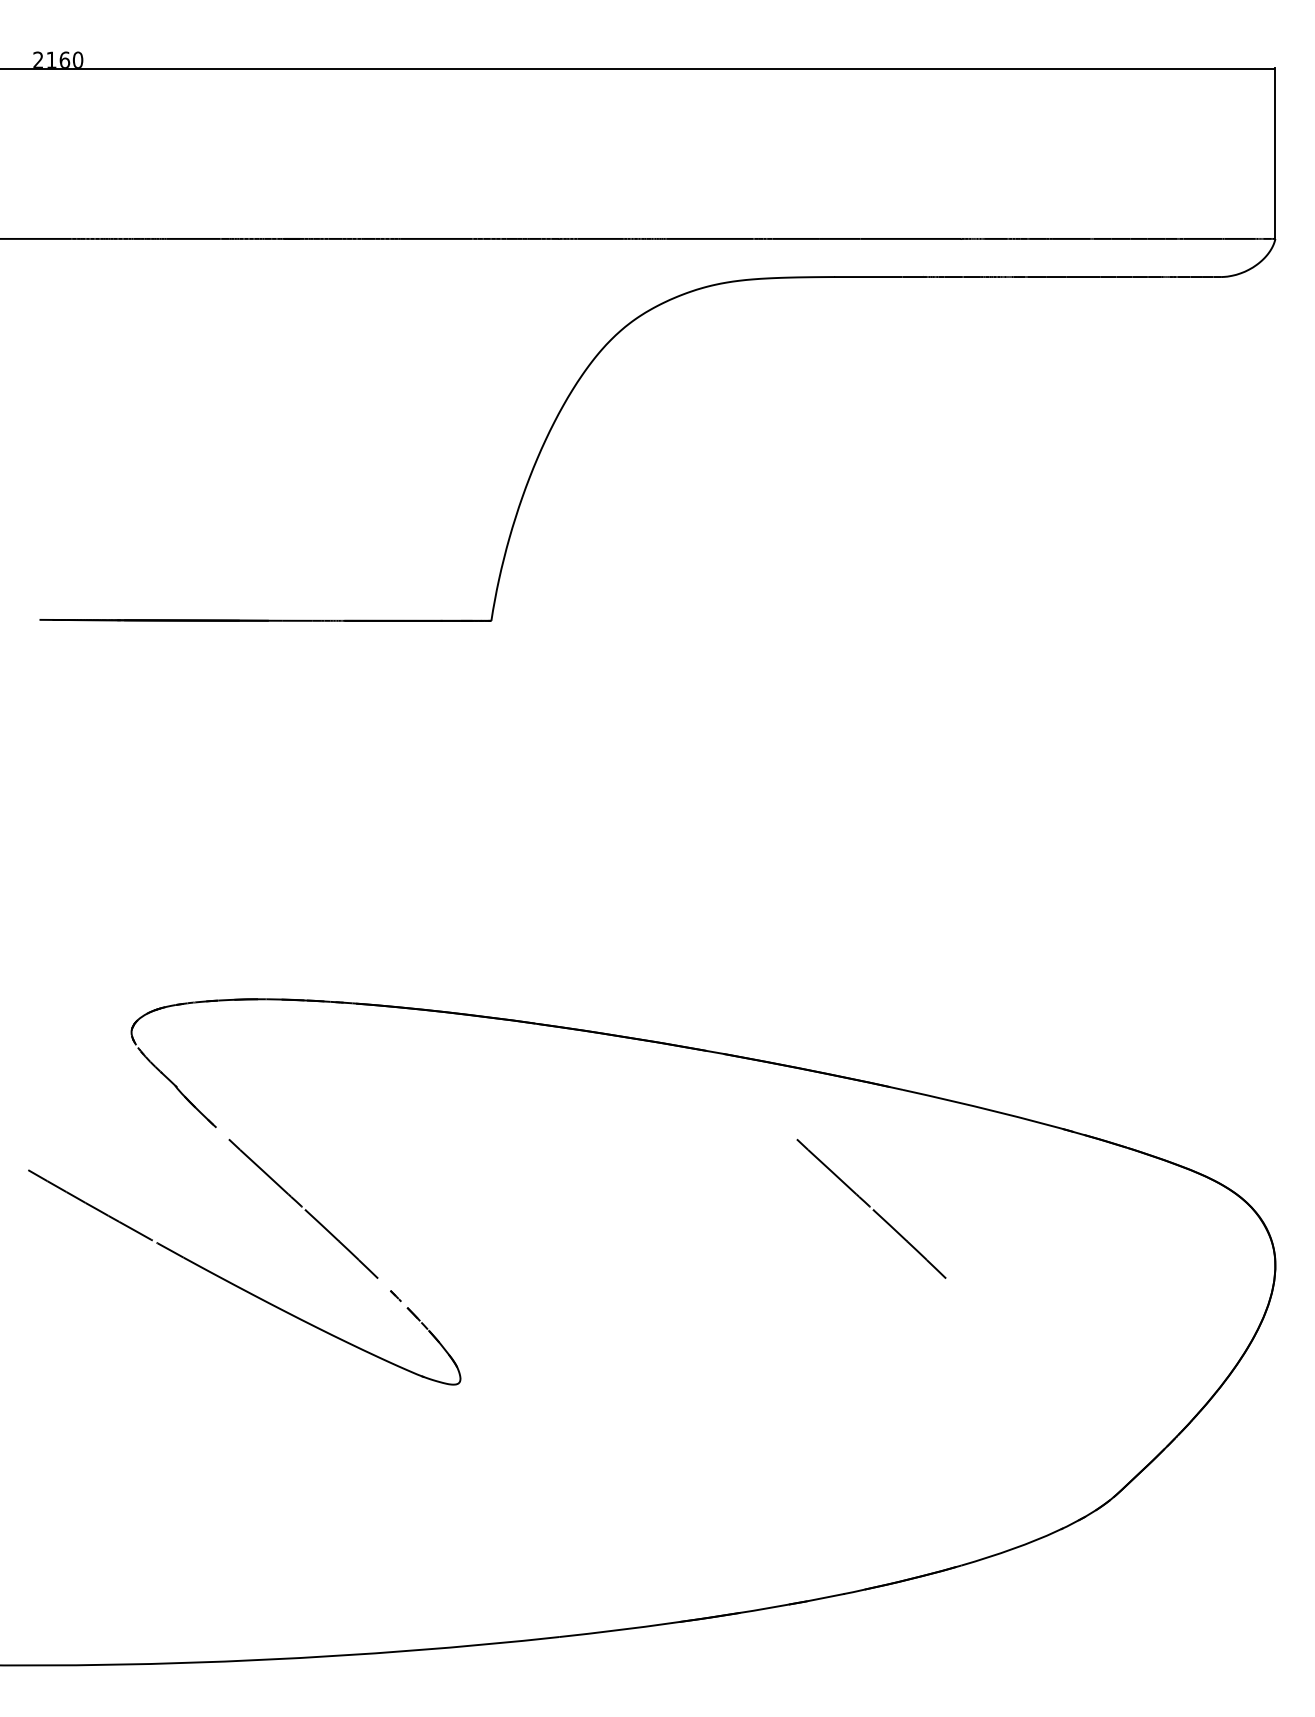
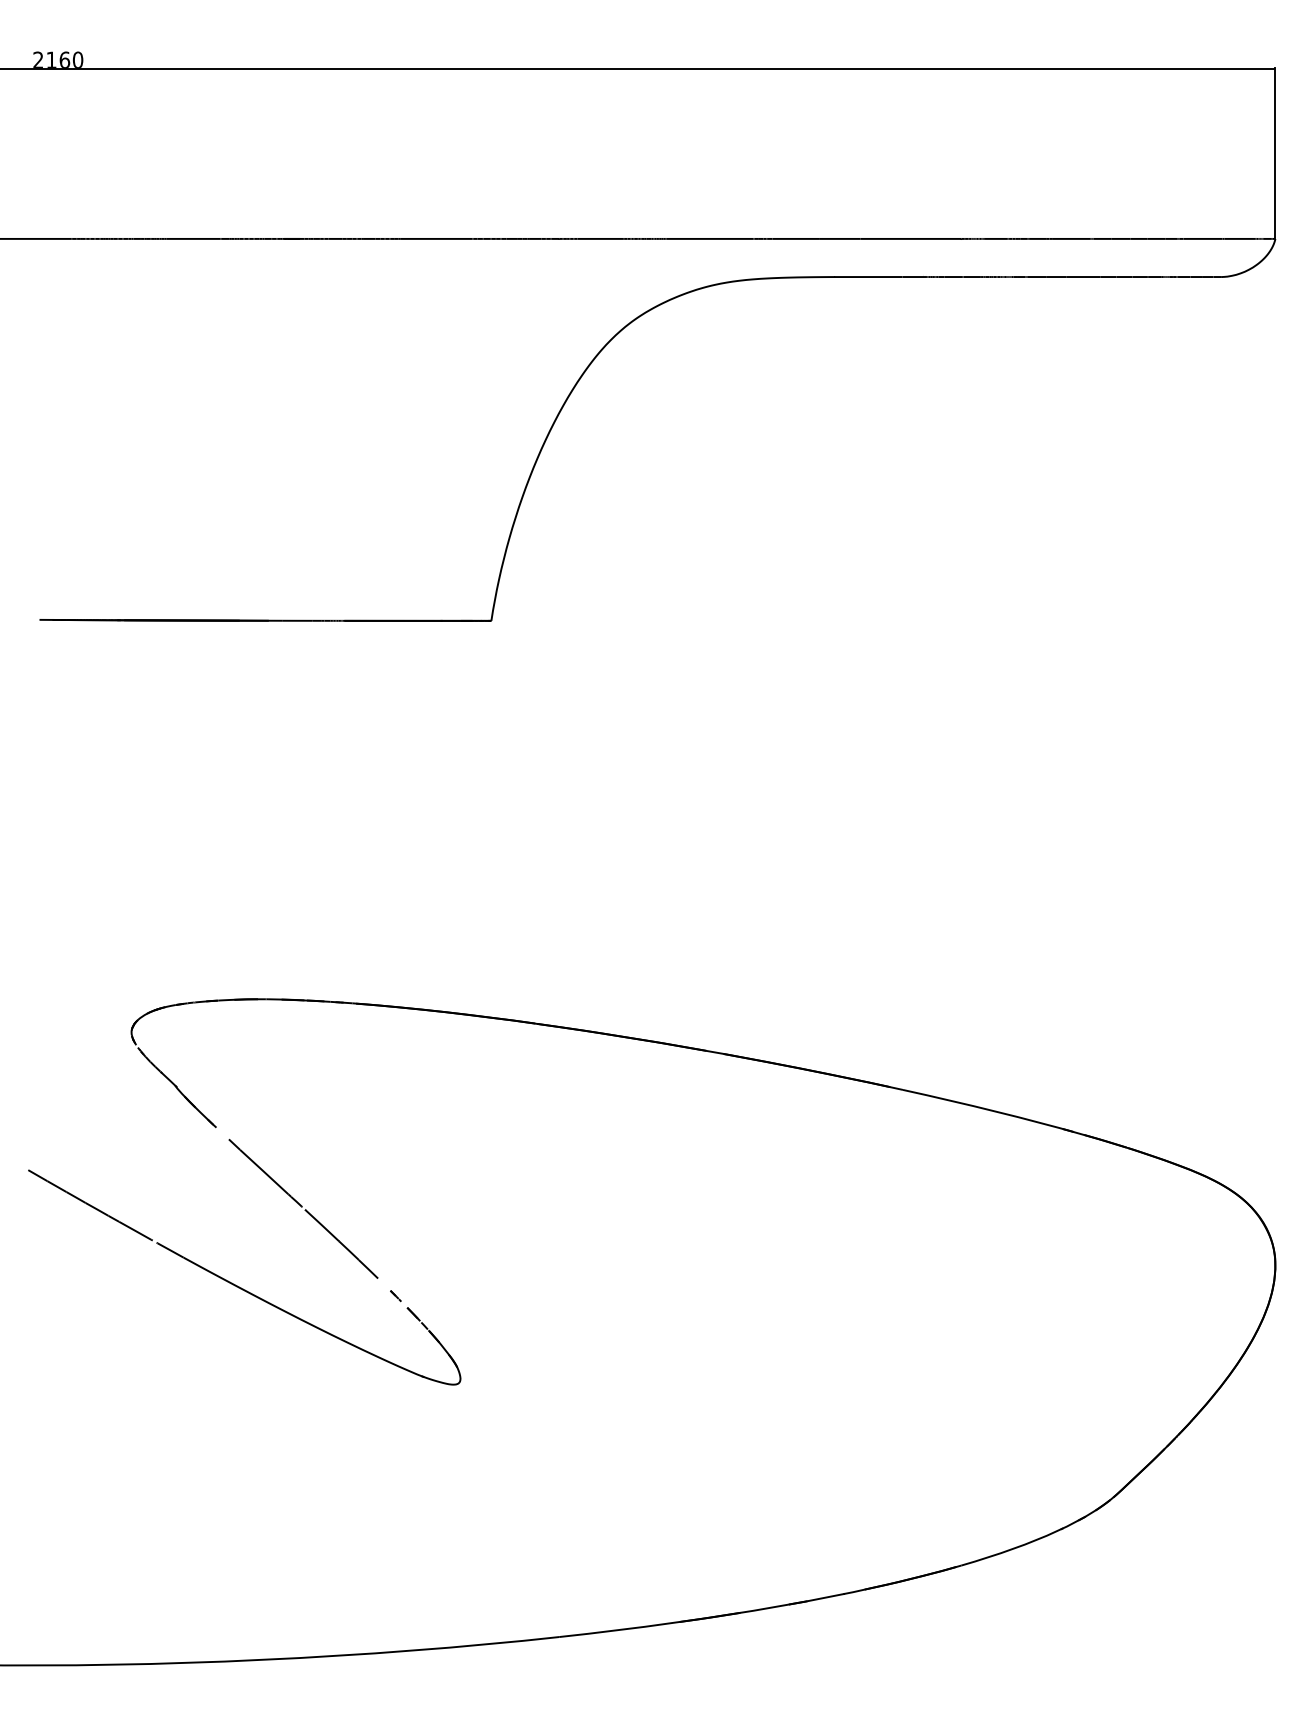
line at (870, 1207): present -> none
